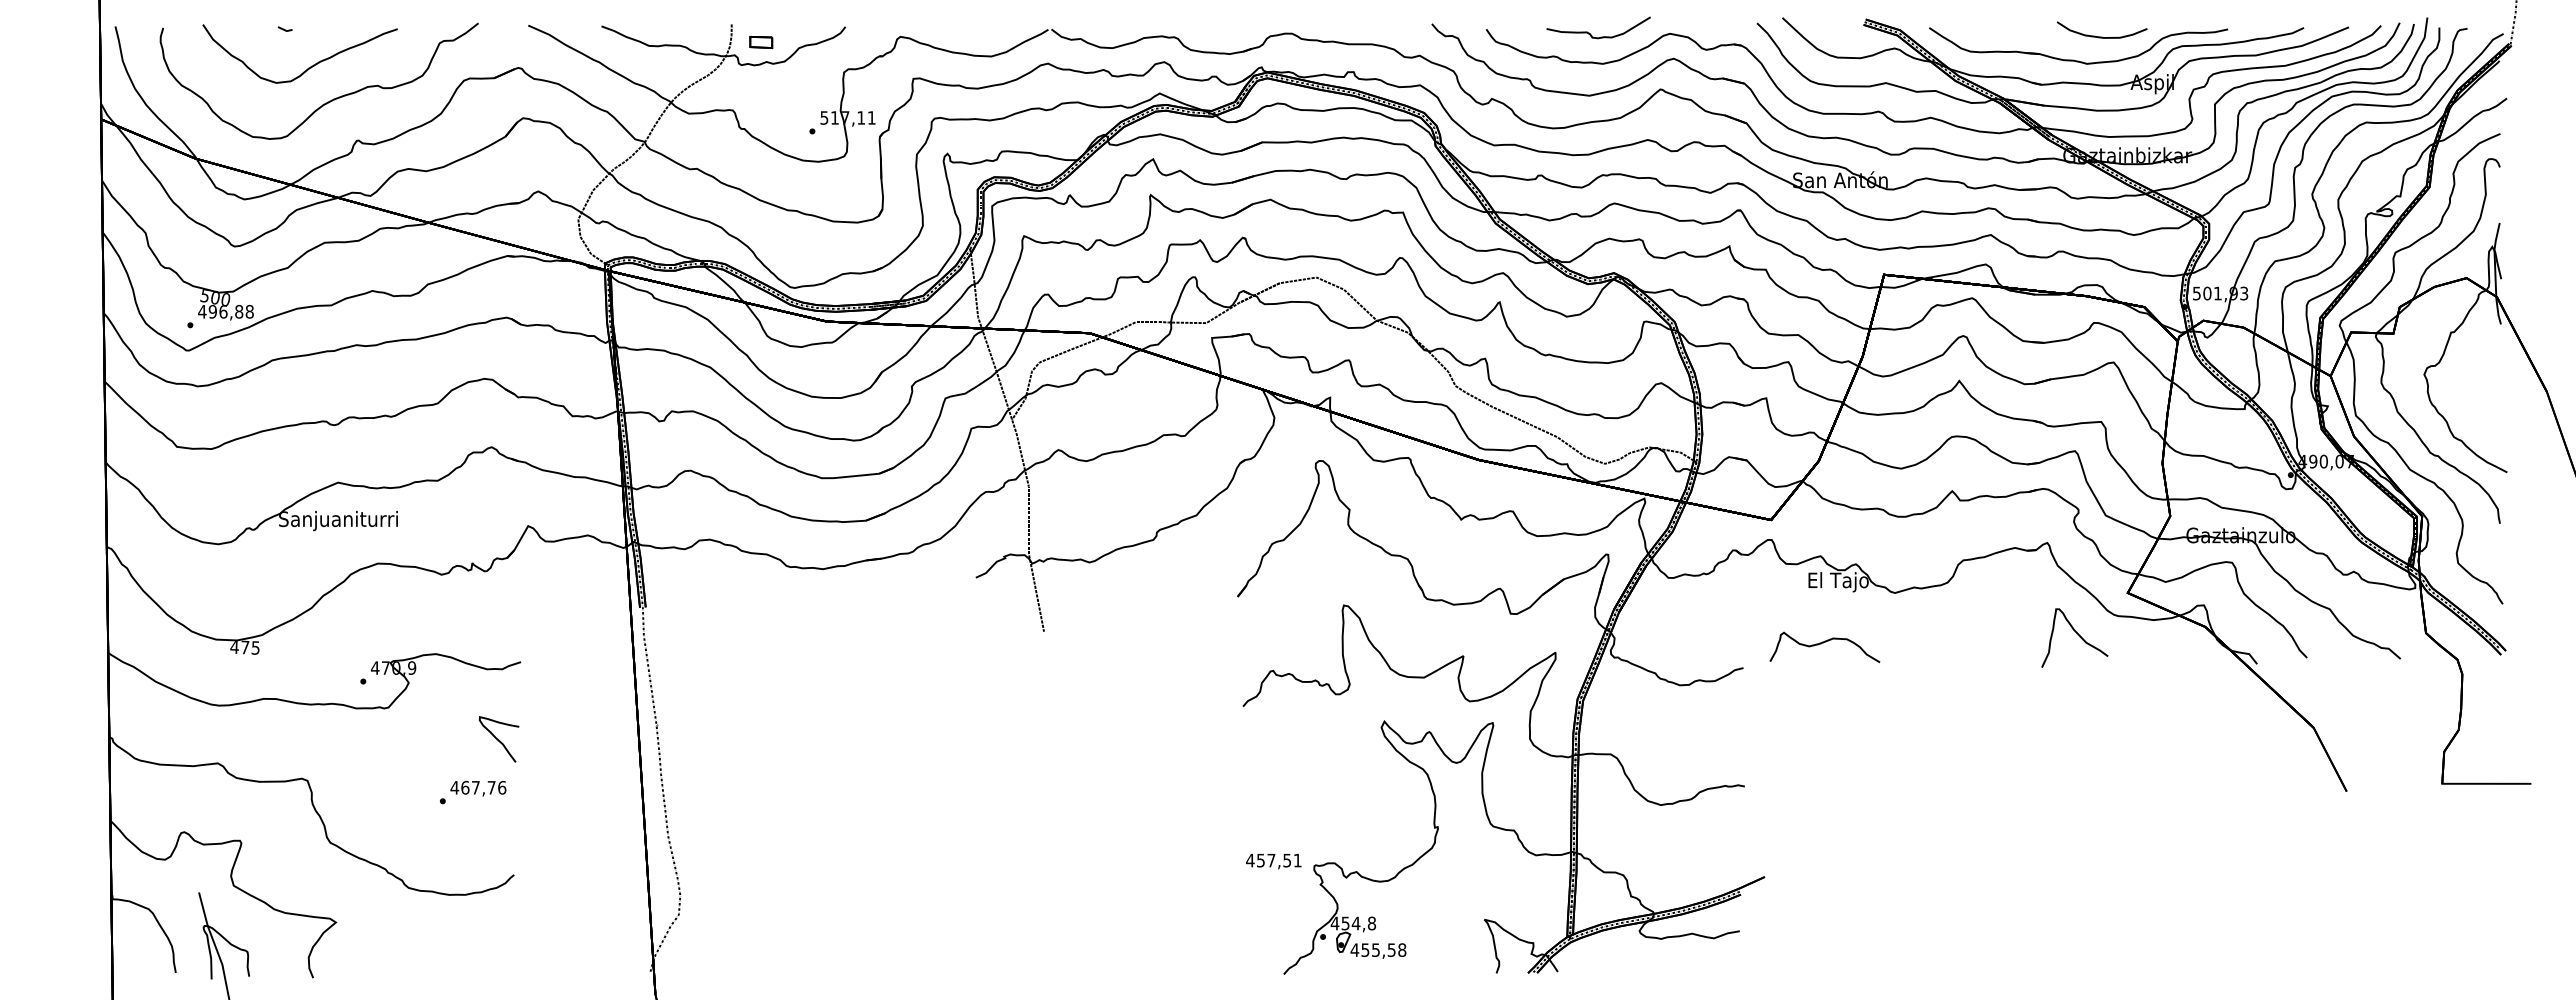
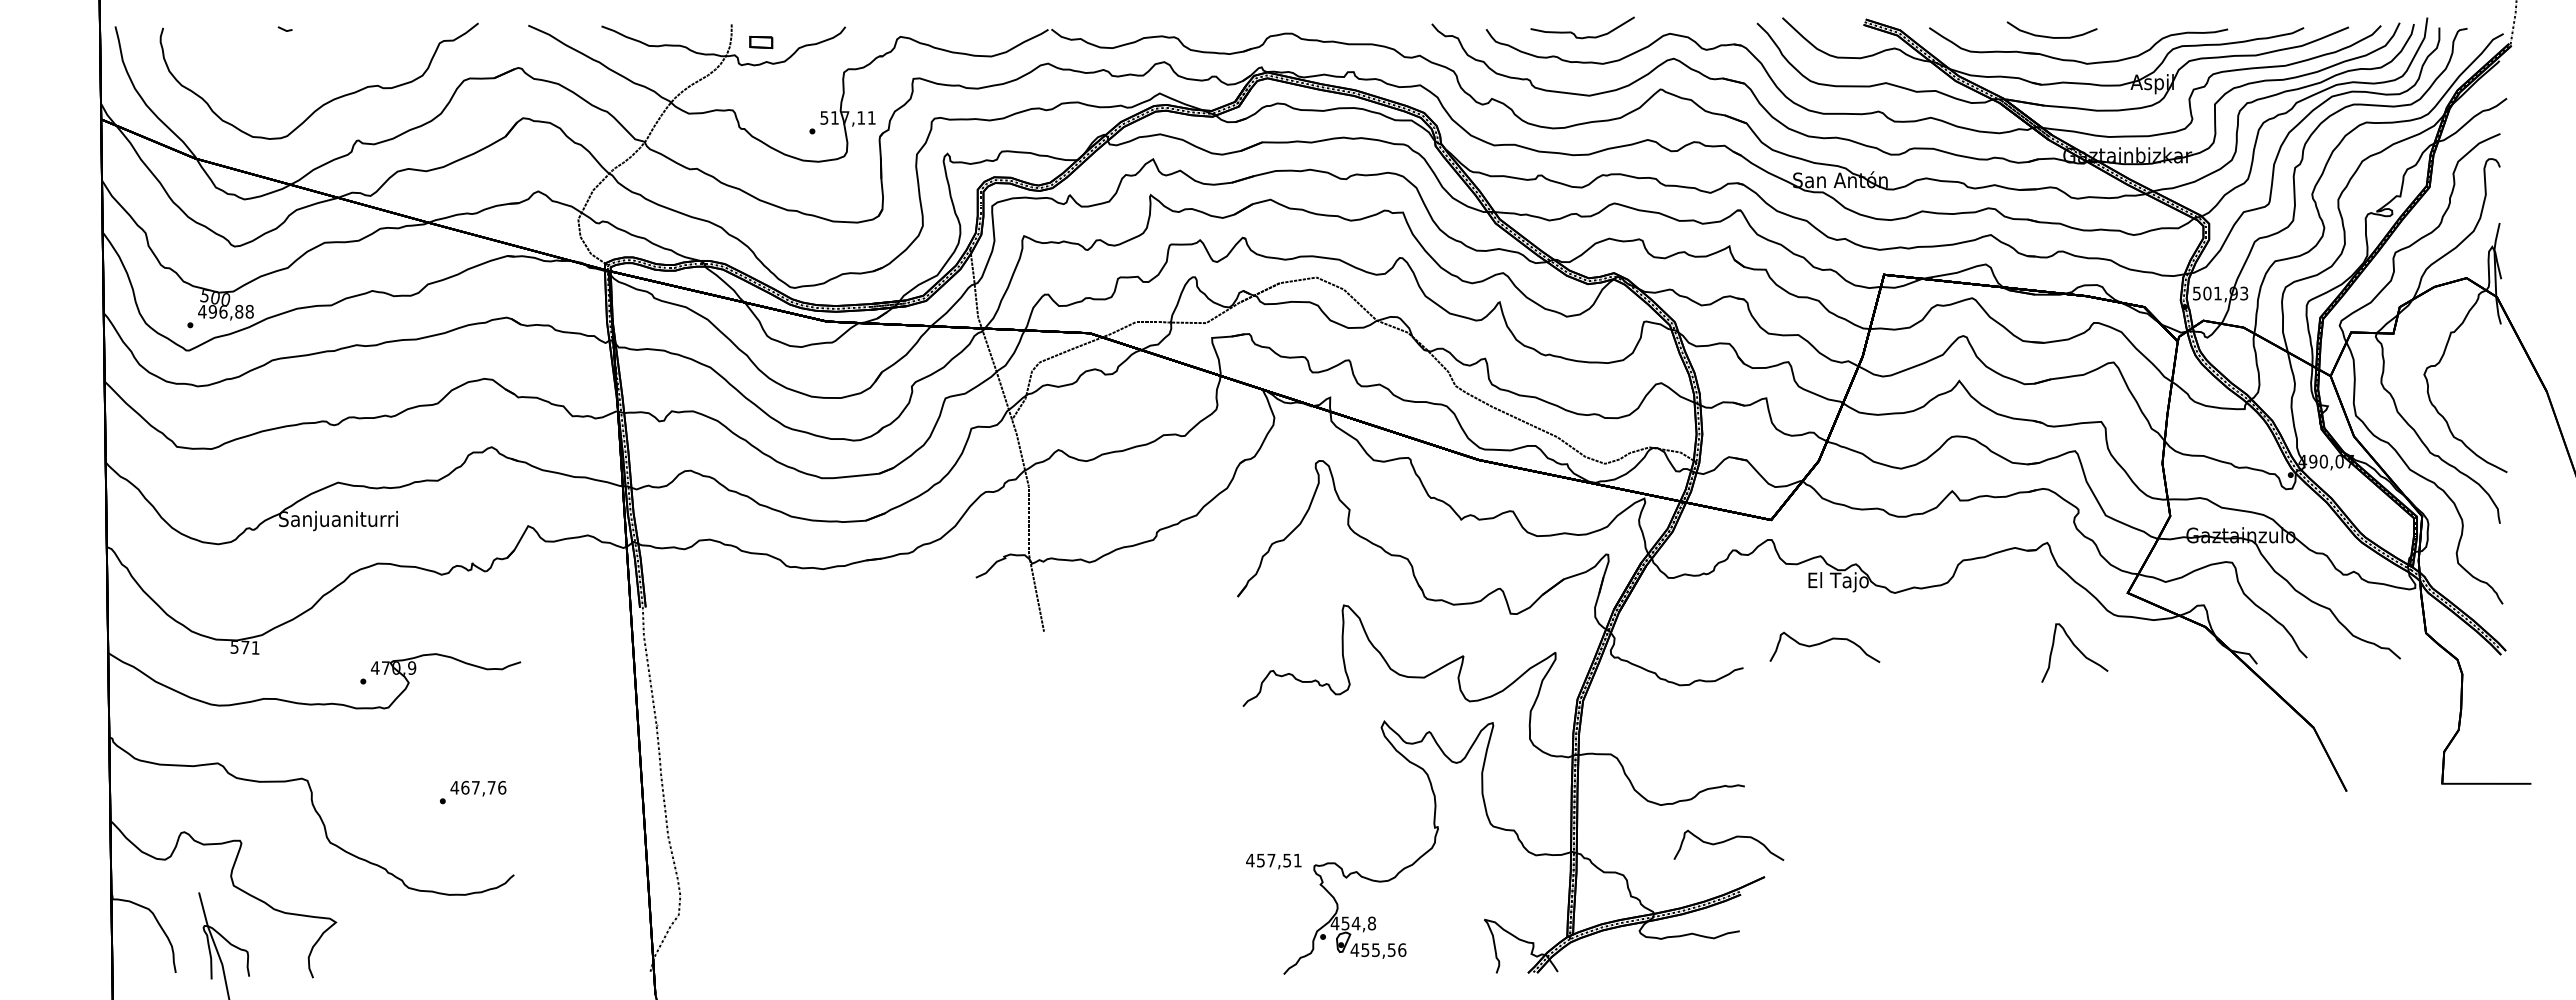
curve at (1601, 36) position: (1601, 36) -> (1585, 36)
curve at (2101, 36) position: (2101, 36) -> (2051, 36)
curve at (308, 67): present -> none
curve at (2077, 634) position: (2077, 634) -> (2077, 649)
text at (244, 647): 475 -> 571
curve at (498, 739): present -> none
curve at (1727, 841): none -> present
text at (1402, 949): 455,58 -> 455,56
